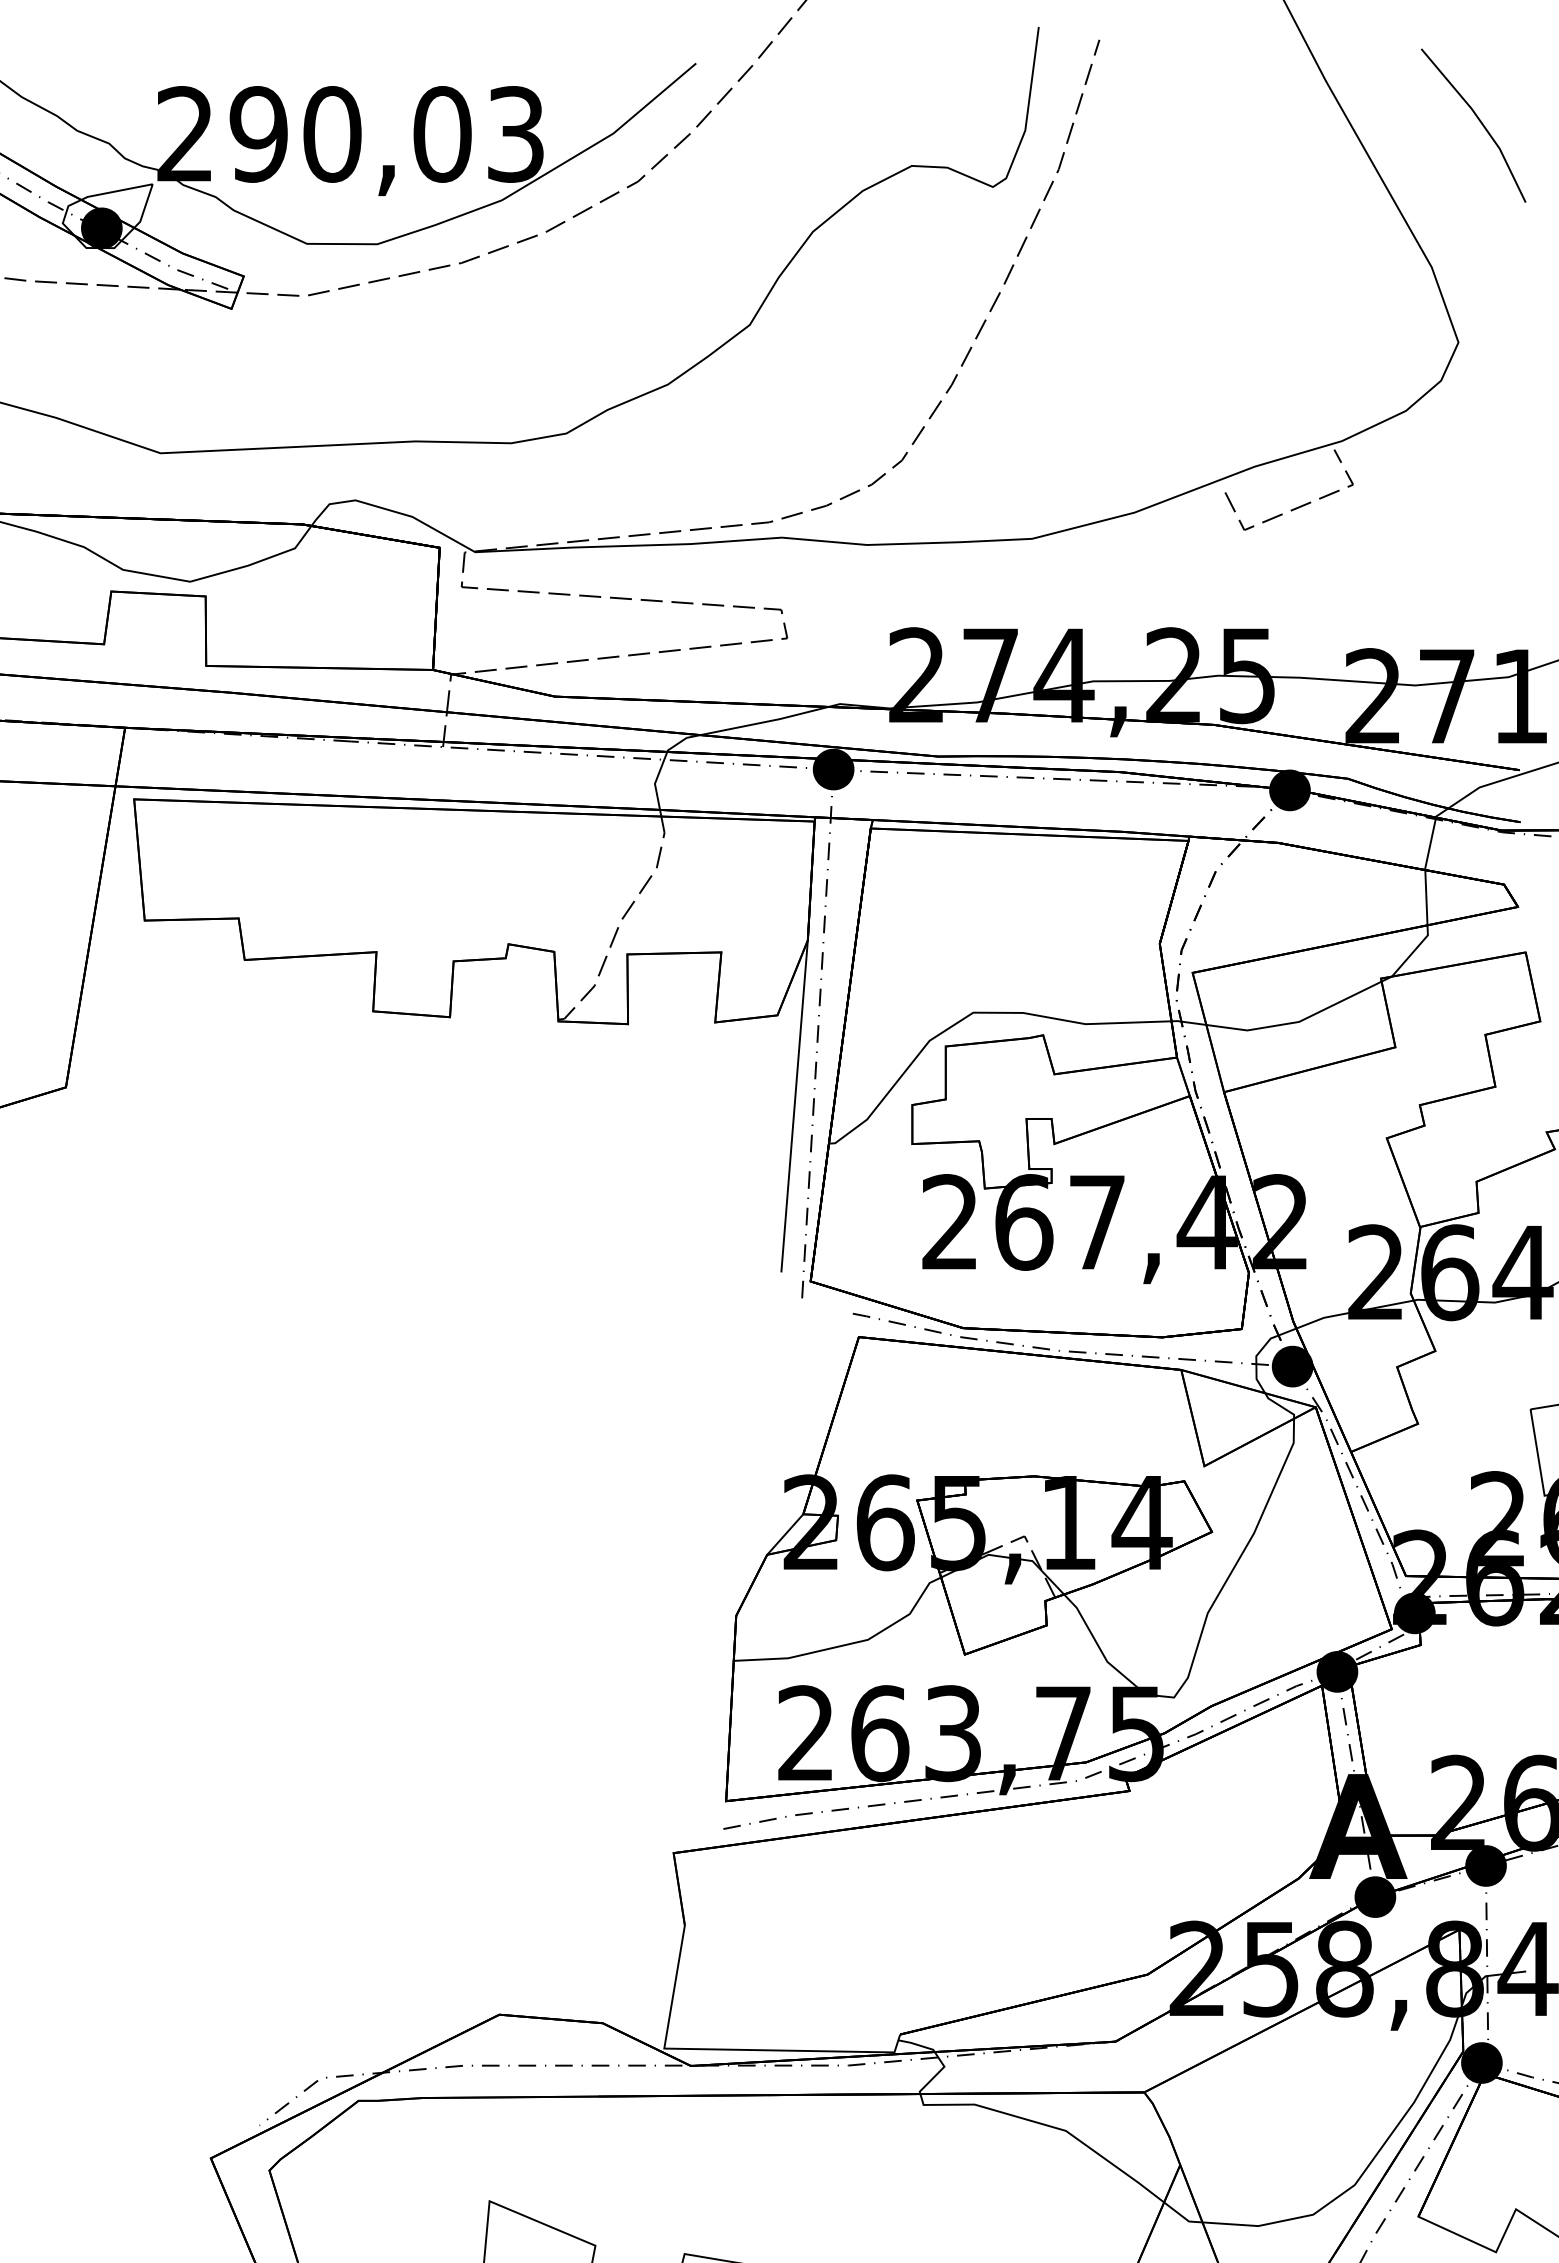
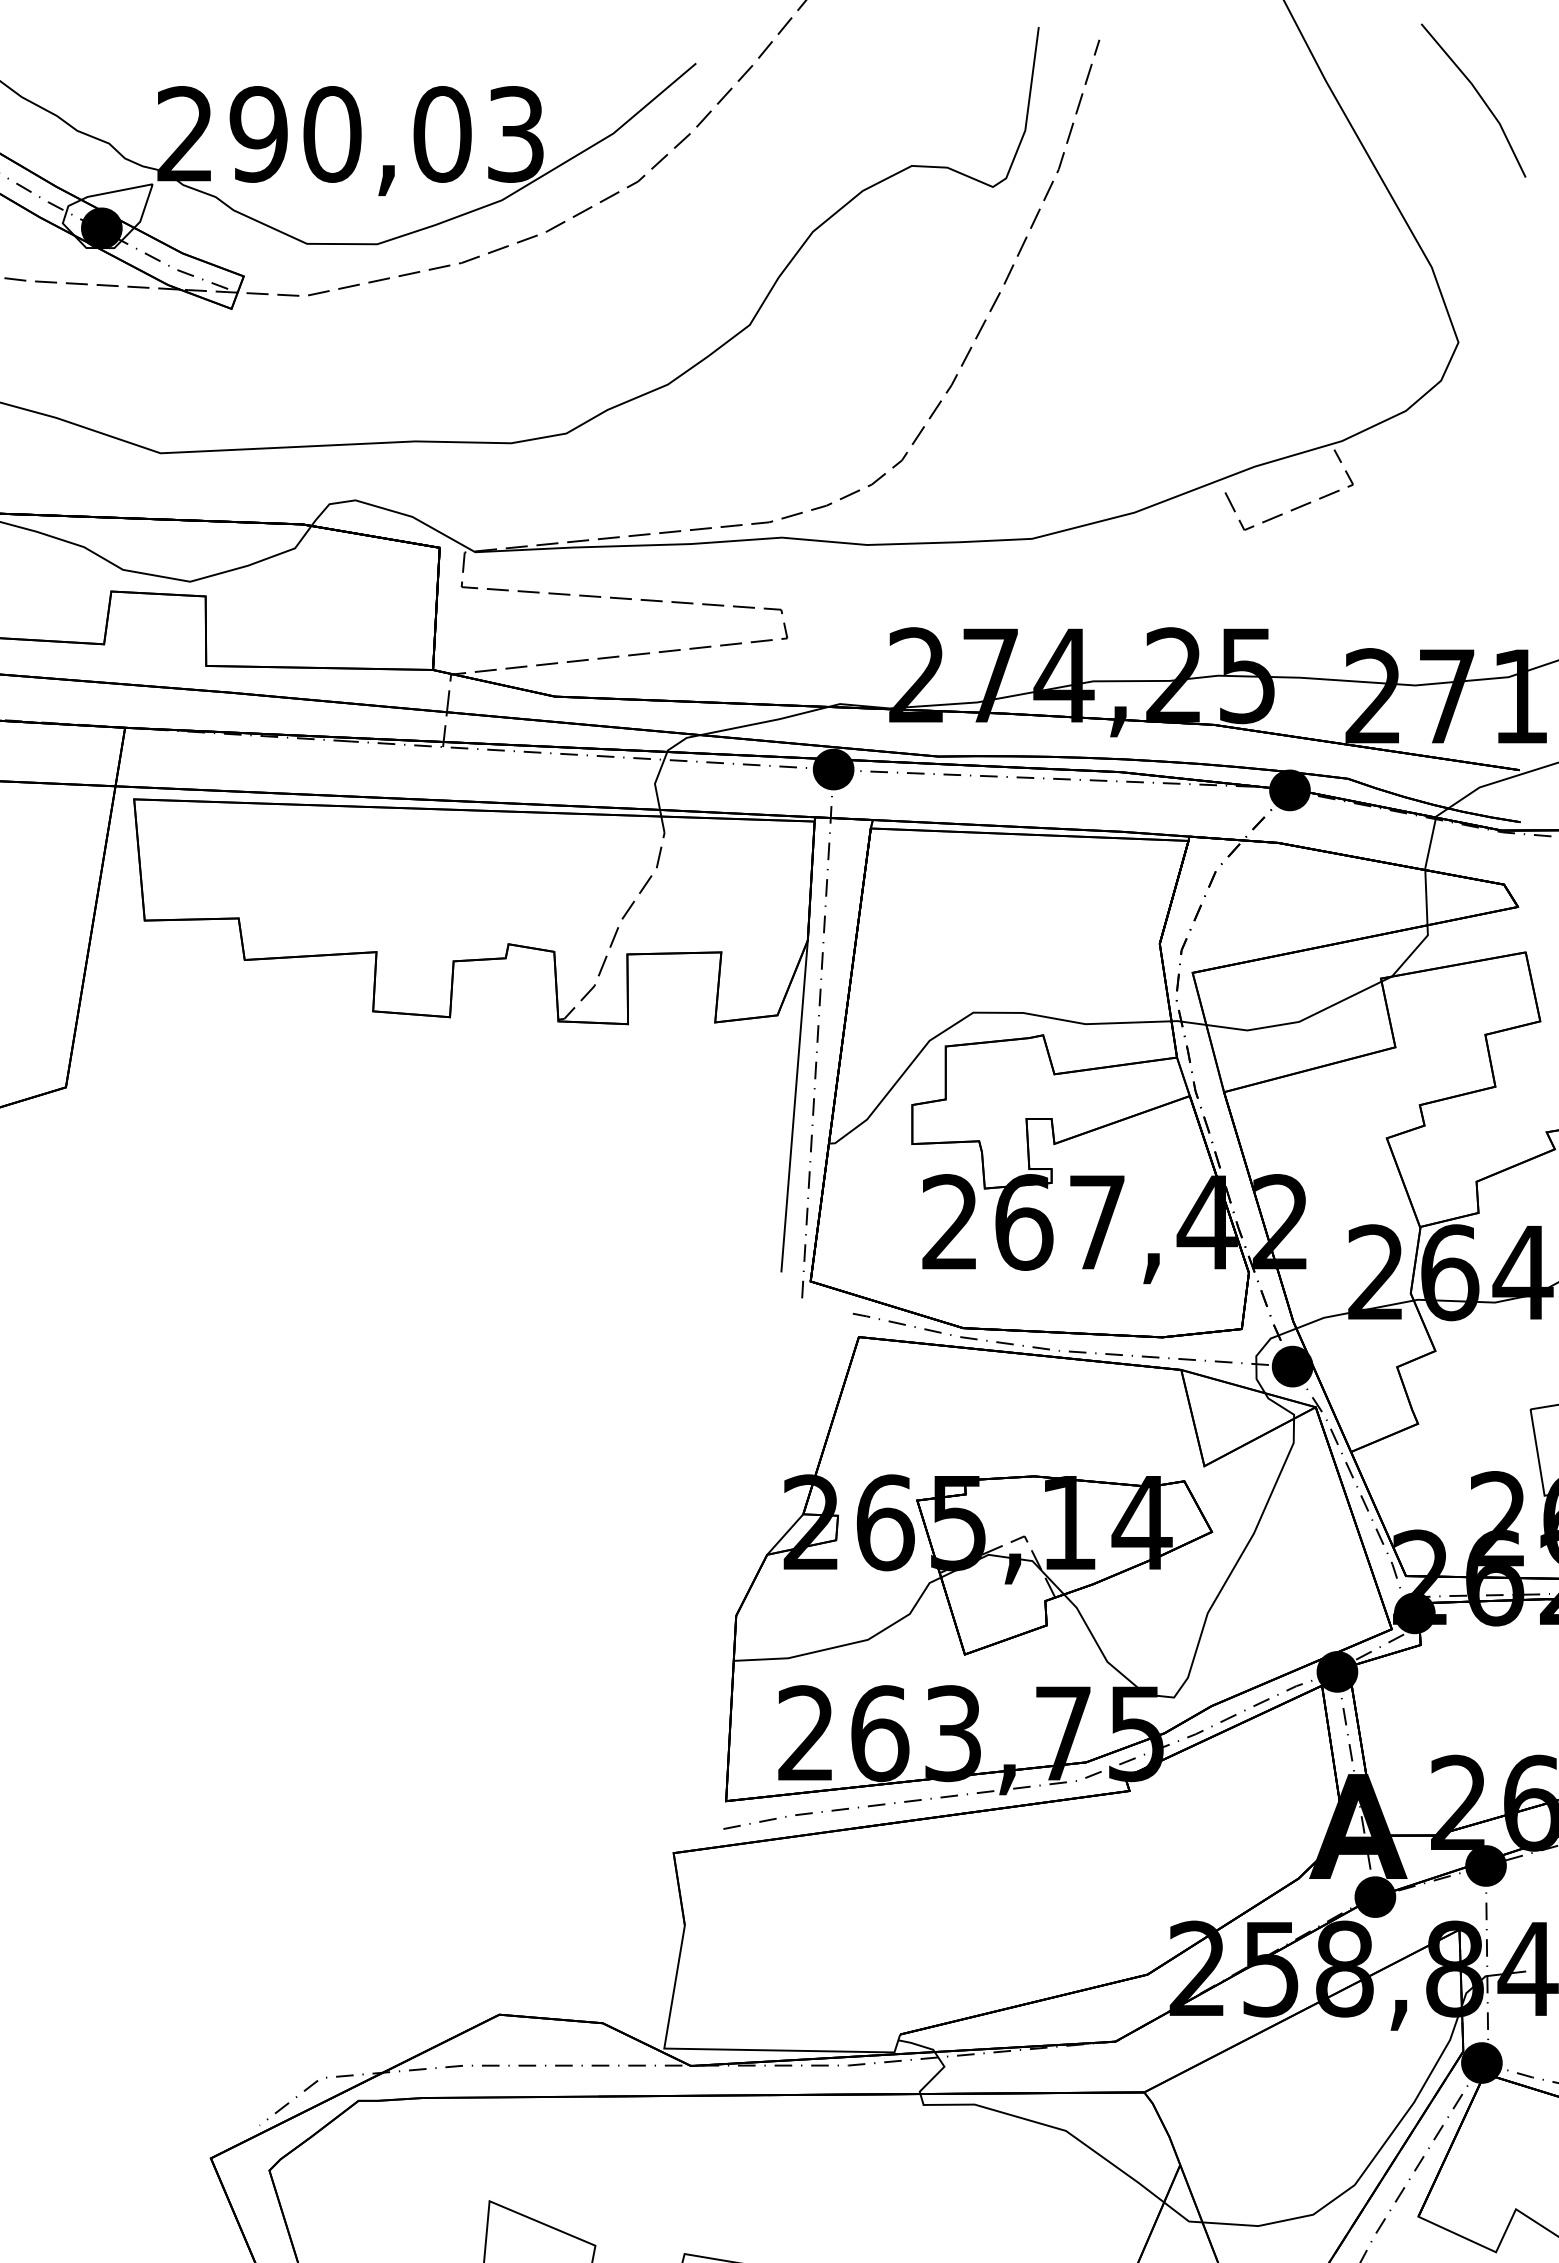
line at (1478, 120) position: (1478, 120) -> (1478, 95)
